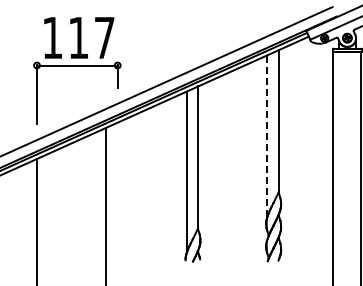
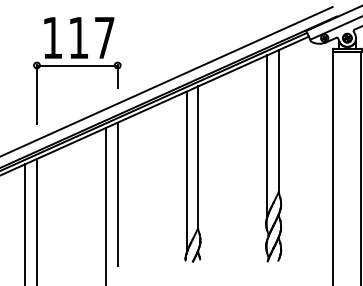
line at (267, 135): dashed -> solid
line at (117, 194): none -> present
line at (25, 223): none -> present
